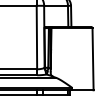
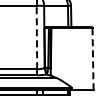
line at (36, 37): solid -> dashed
line at (93, 58): solid -> dashed
